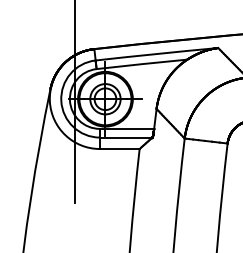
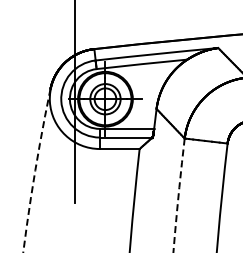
arc at (35, 170): solid -> dashed
arc at (178, 196): solid -> dashed
